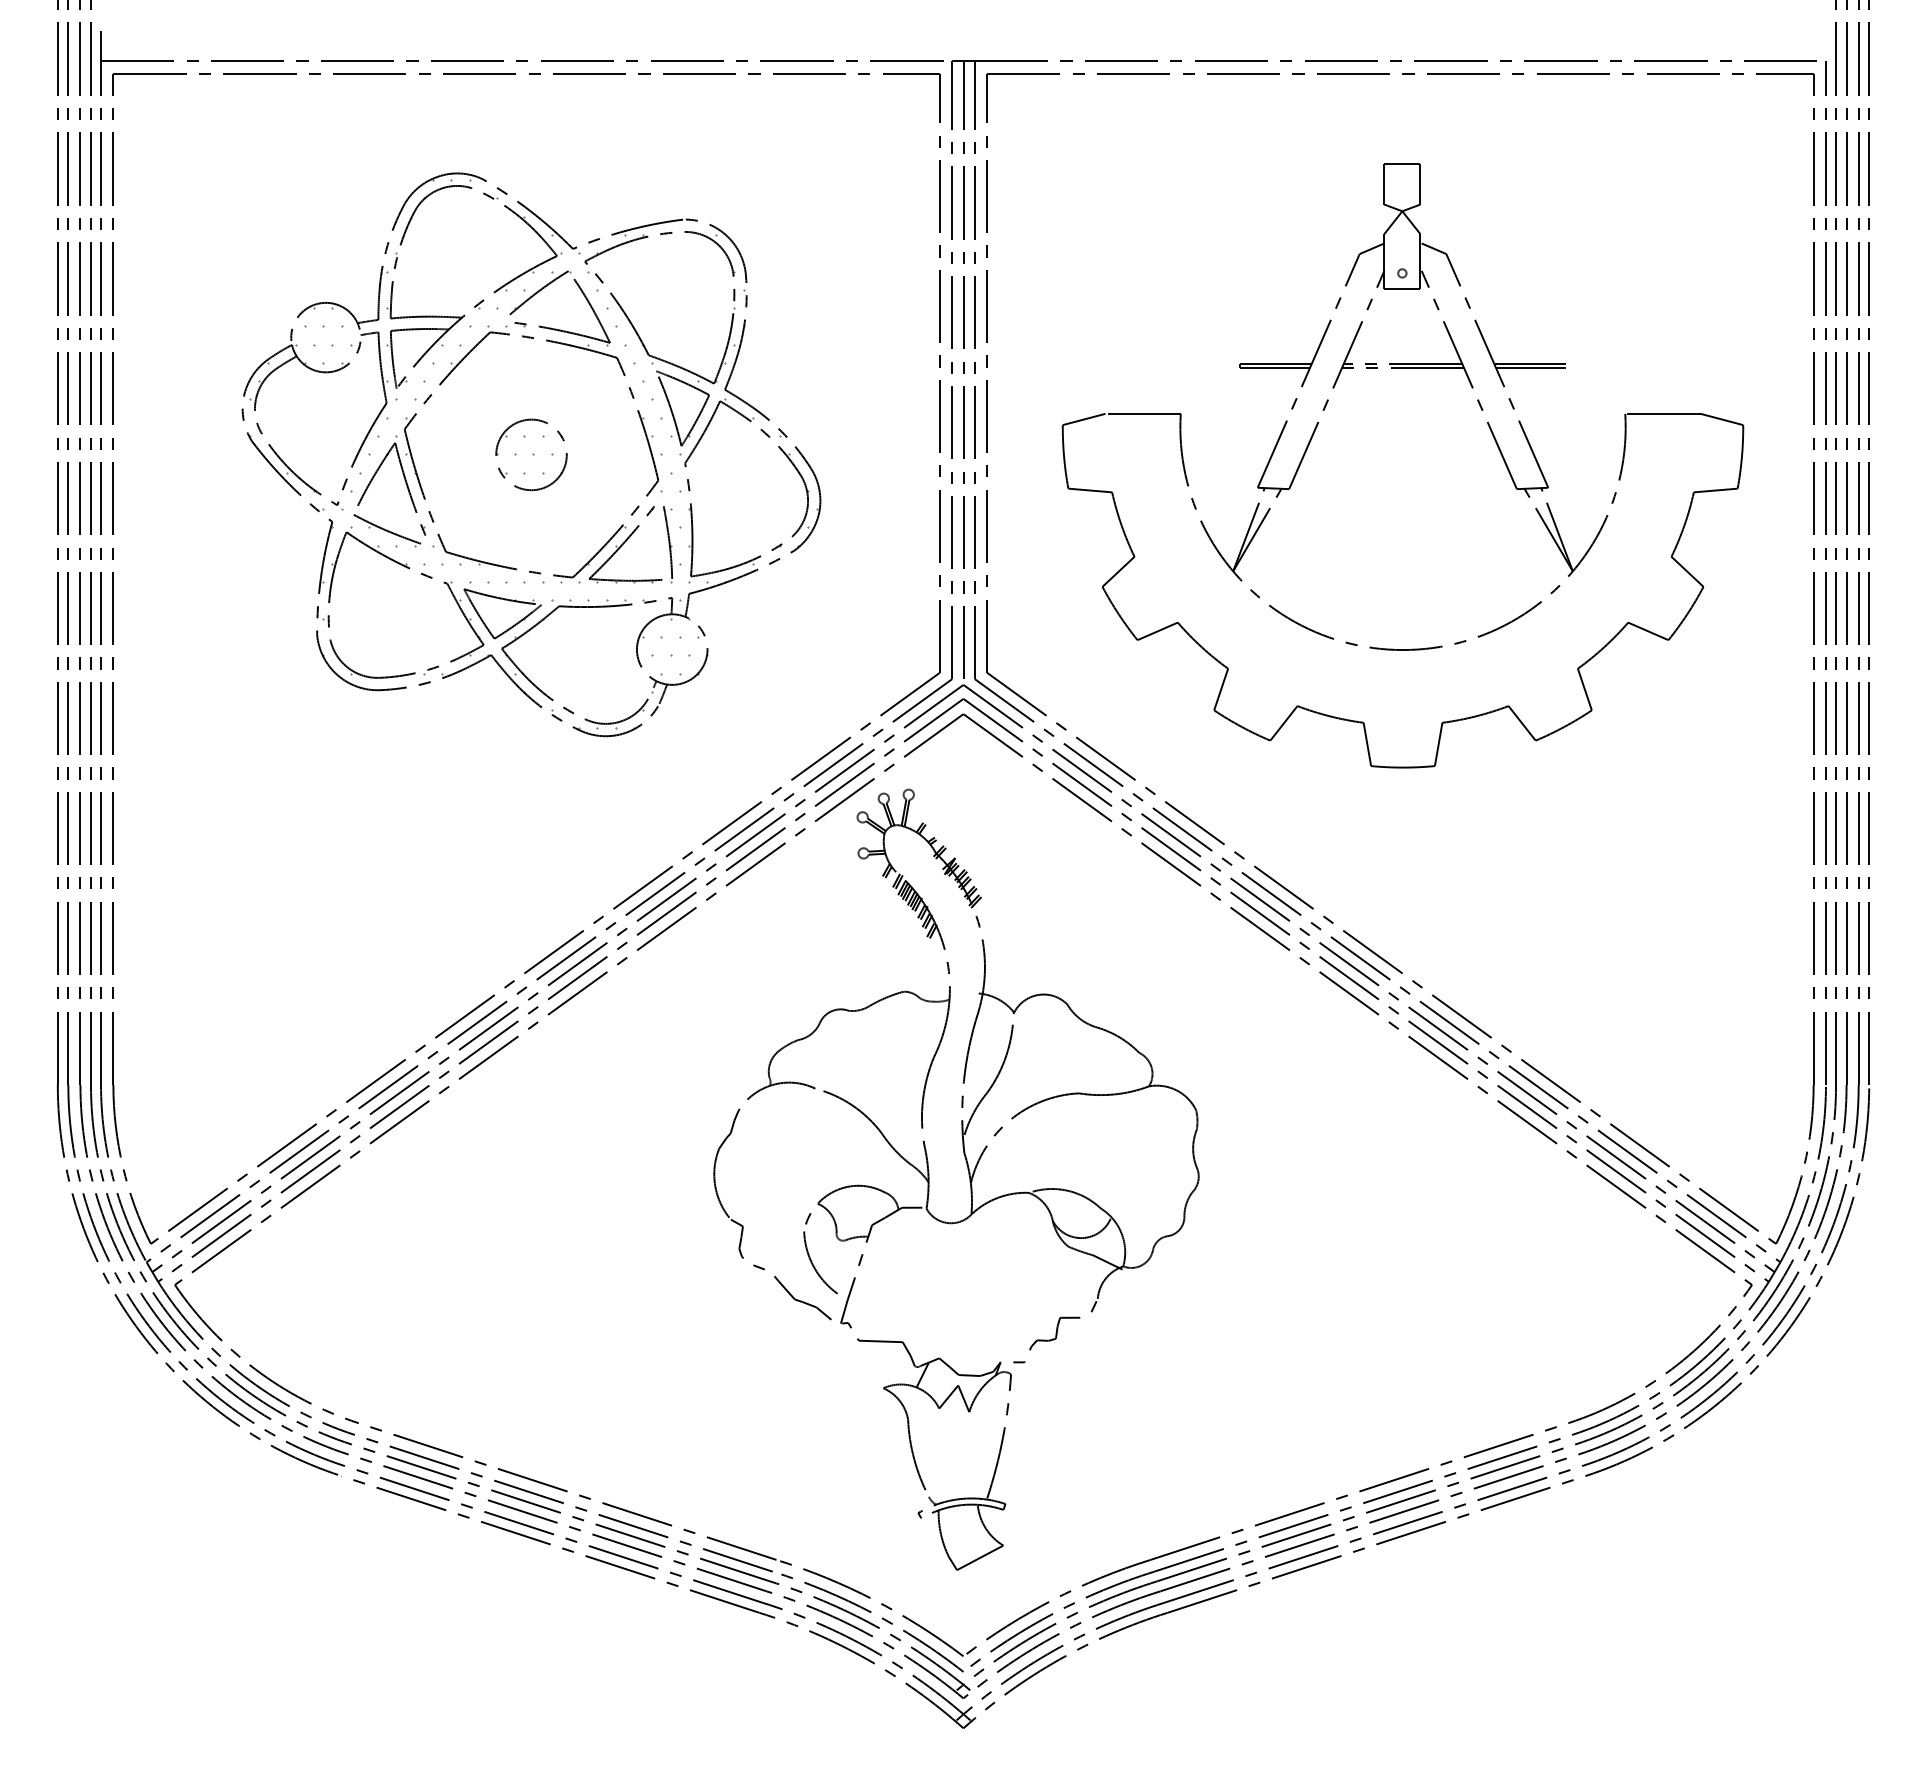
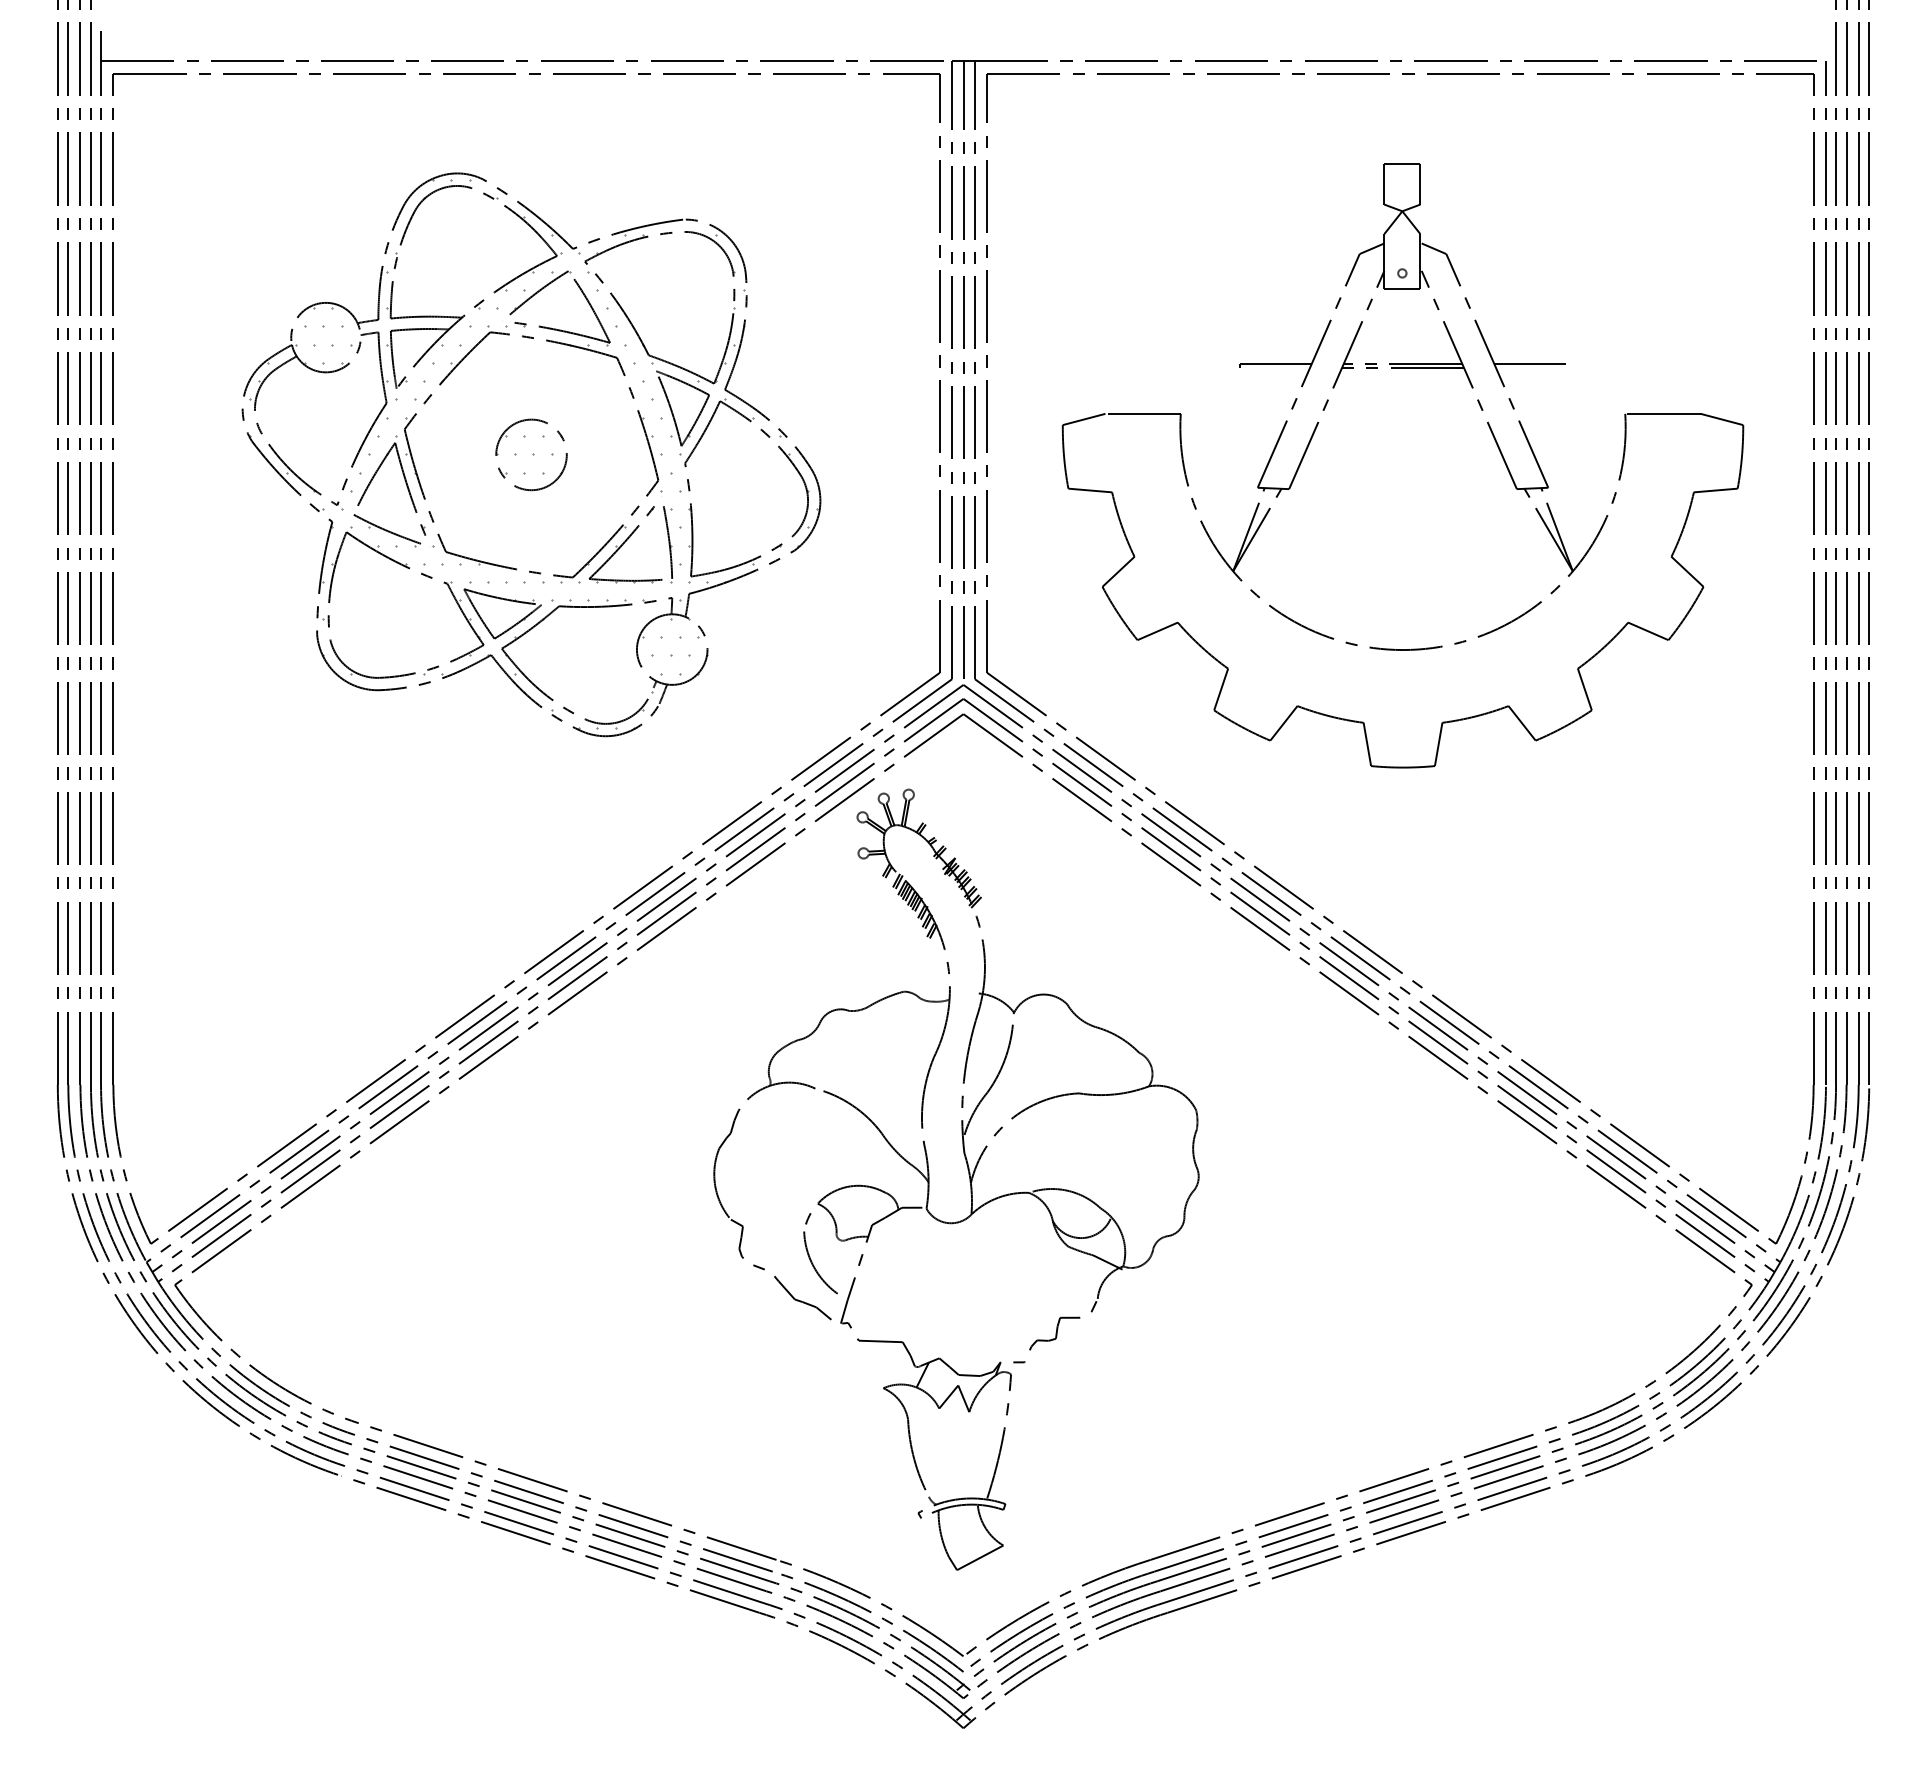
line at (1274, 367): present -> none
line at (1530, 367): present -> none
